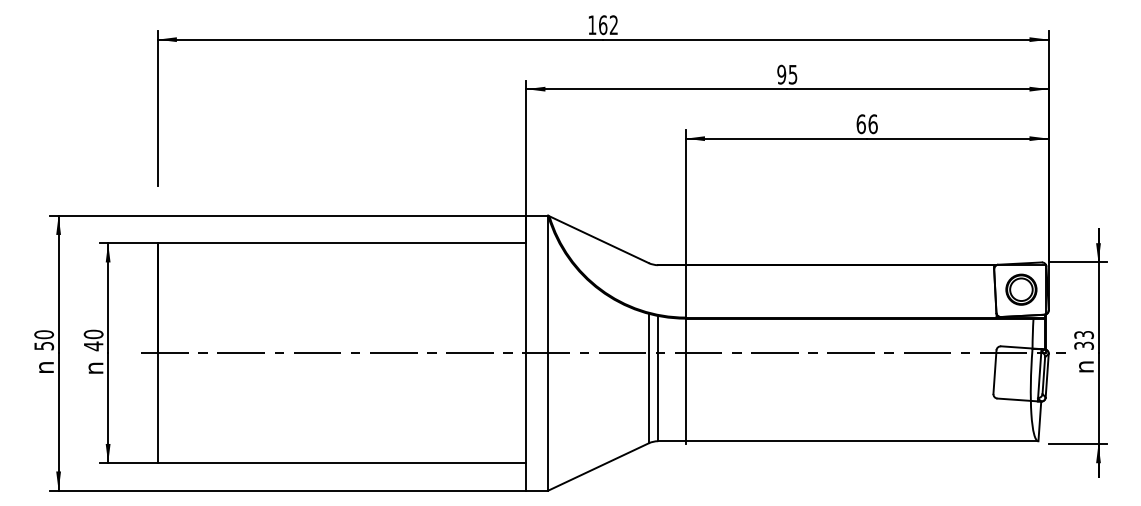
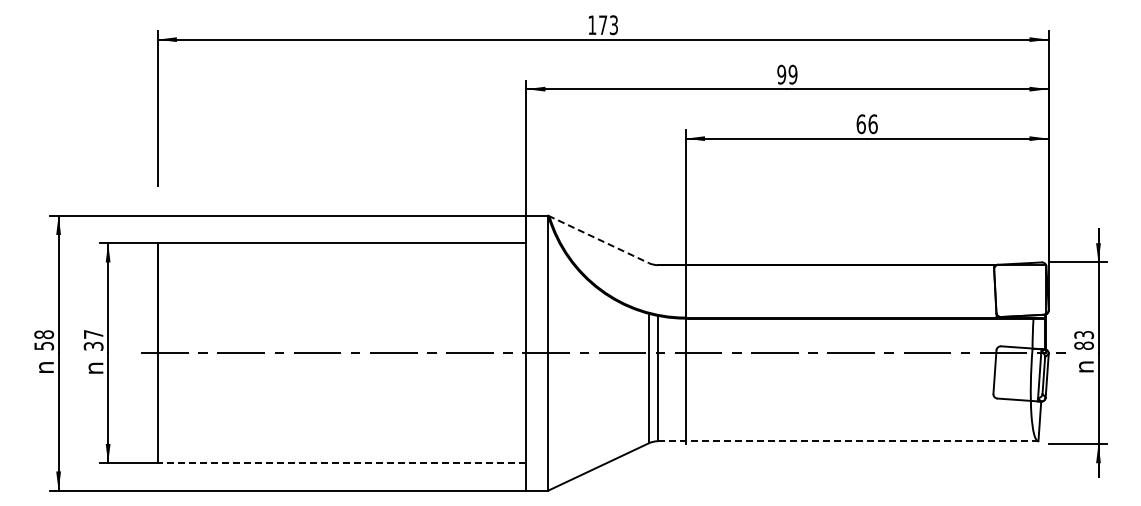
text at (608, 25): 162 -> 173
text at (792, 74): 95 -> 99
line at (598, 239): solid -> dashed
part at (1021, 289): present -> none
text at (43, 334): 50 -> 58
text at (93, 340): 40 -> 37
text at (1083, 345): 33 -> 83
line at (848, 441): solid -> dashed
line at (341, 463): solid -> dashed
